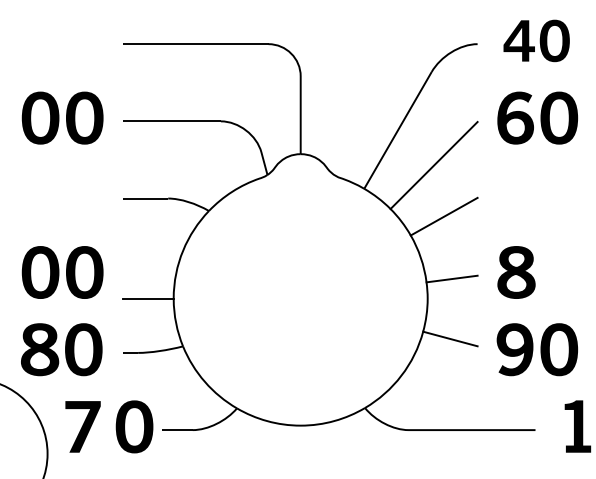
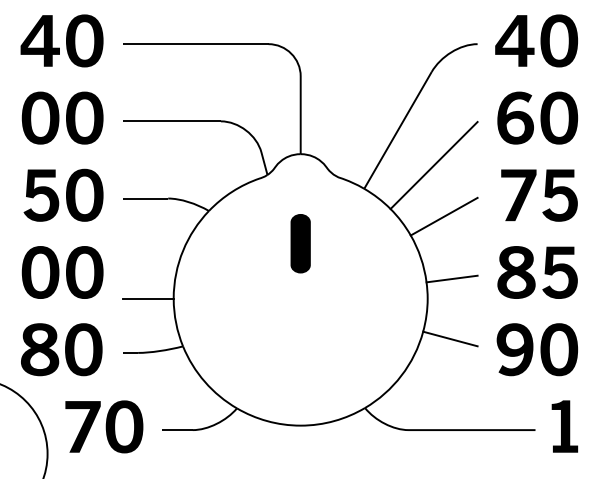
part at (61, 40): none -> present
part at (536, 40) size: 67x44 px -> 84x54 px
part at (63, 194): none -> present
fill at (518, 195): none -> present
fill at (559, 195): none -> present
part at (300, 243): none -> present
fill at (559, 272): none -> present
part at (134, 426) position: (134, 426) -> (124, 426)
part at (577, 426) position: (577, 426) -> (564, 426)
